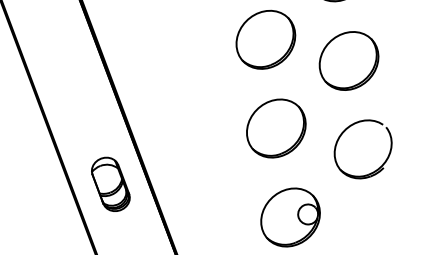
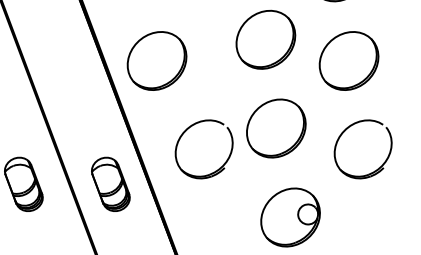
part at (156, 60): none -> present
part at (219, 167): none -> present
part at (23, 183): none -> present
